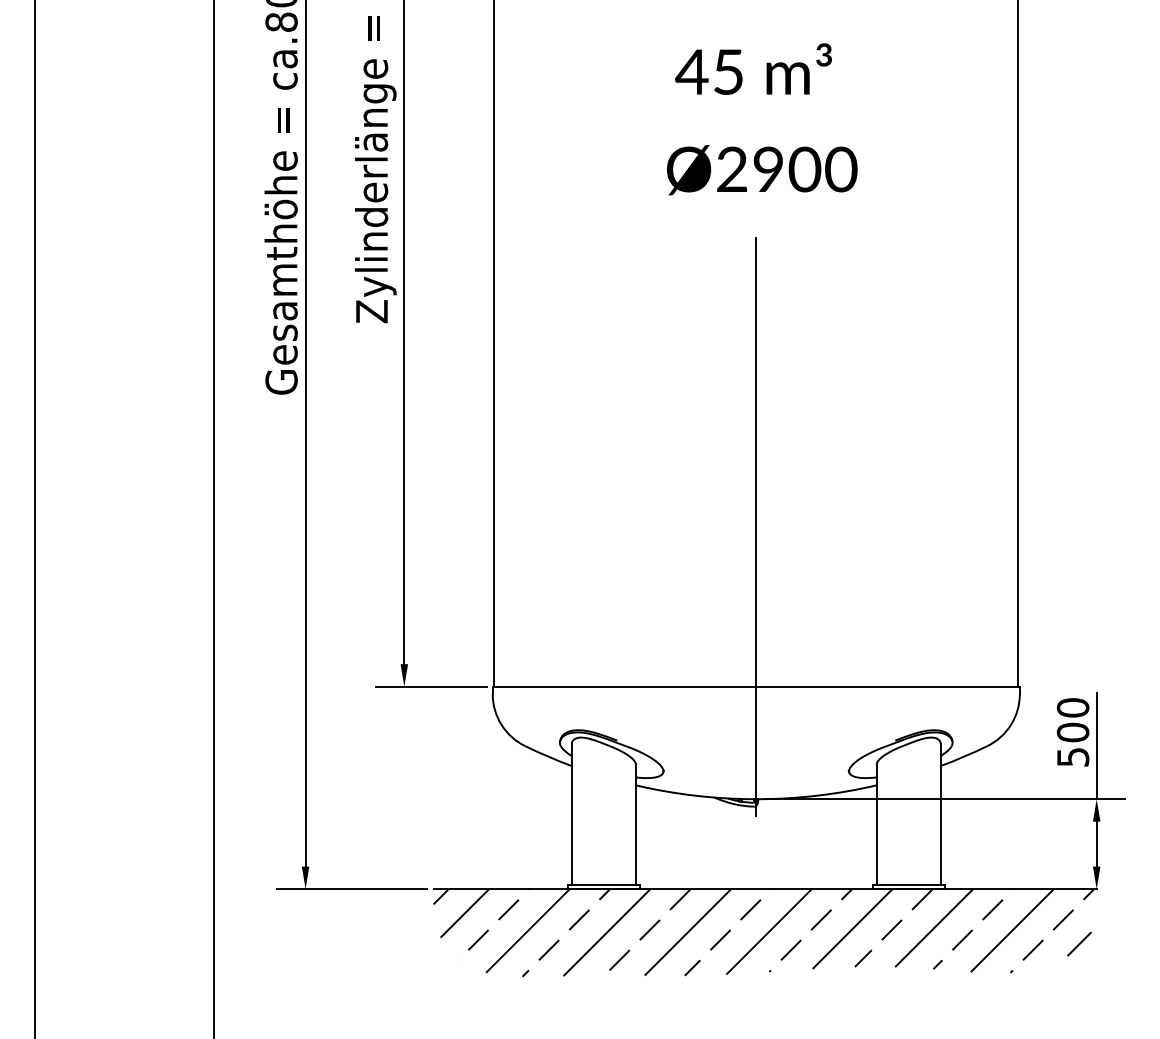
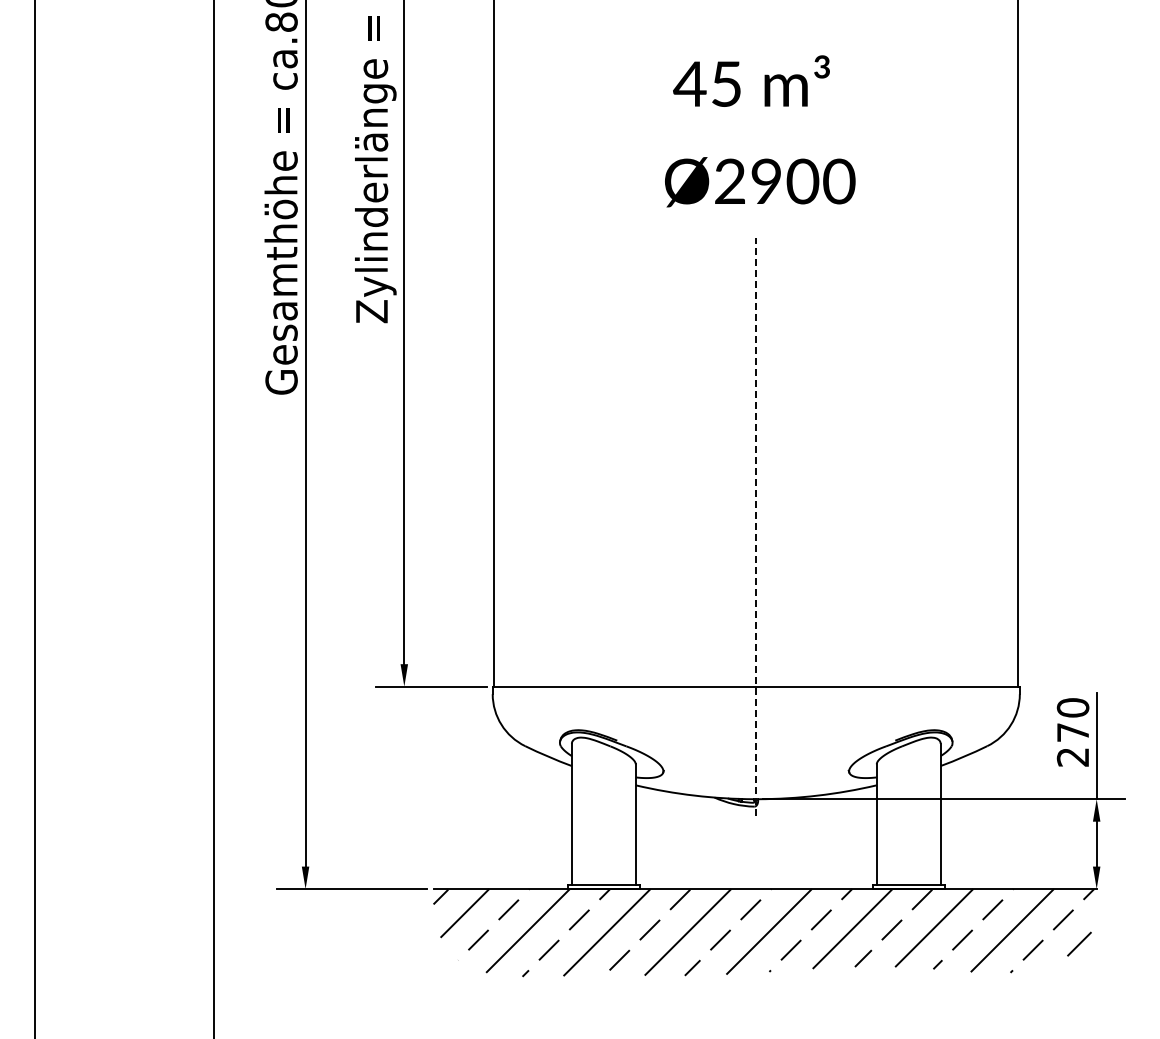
text at (762, 119) position: (762, 119) -> (760, 131)
line at (756, 526): solid -> dashed
text at (1072, 744): 500 -> 270
